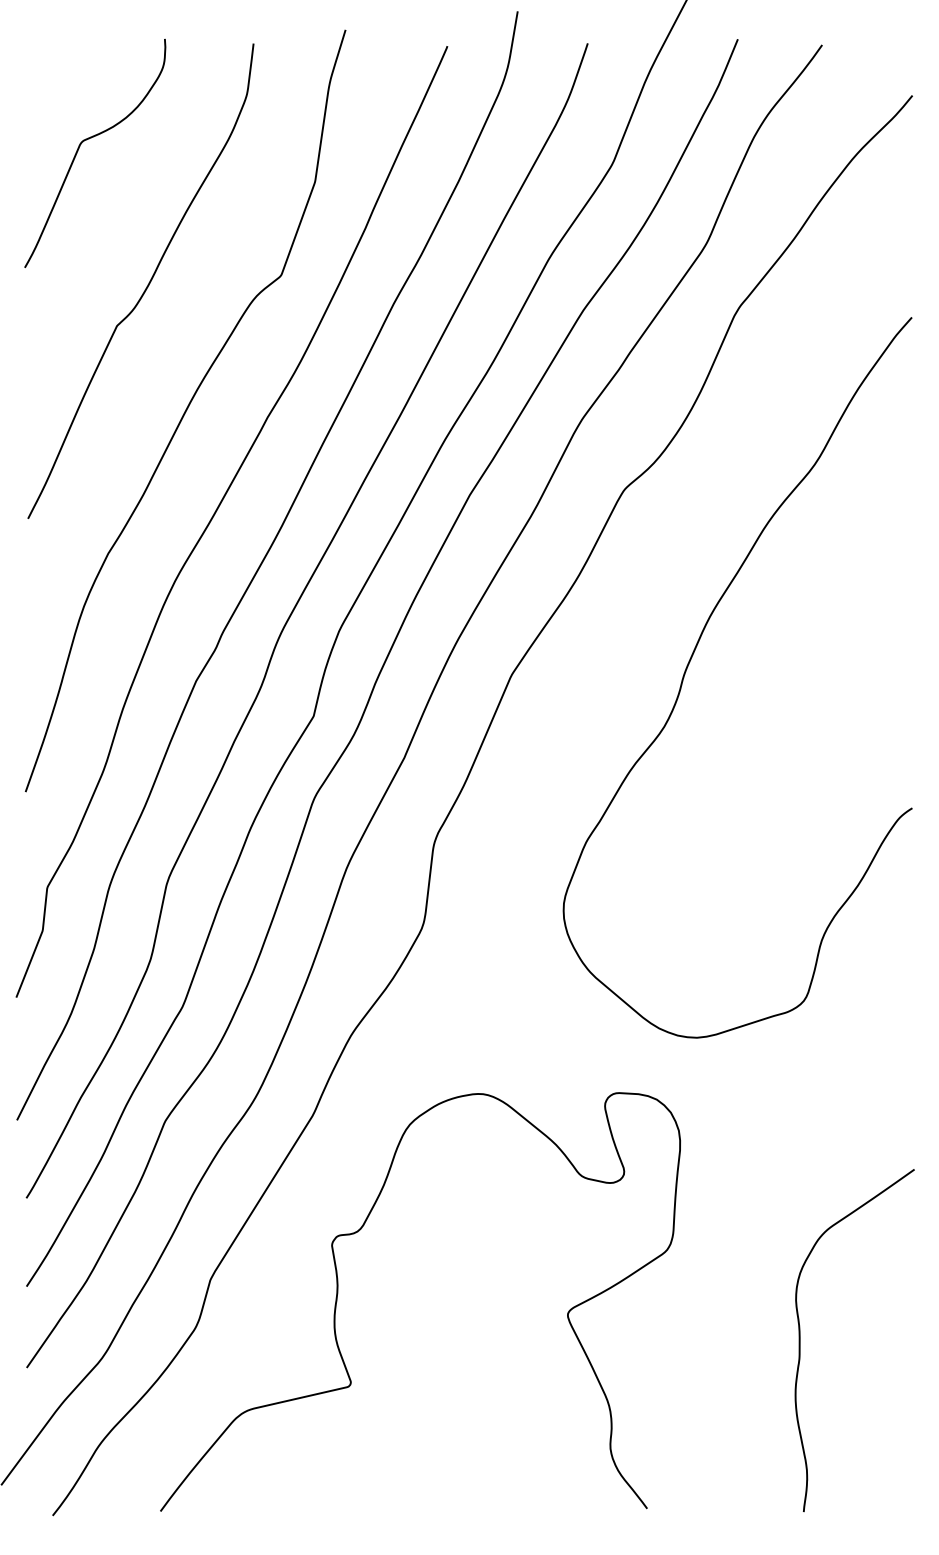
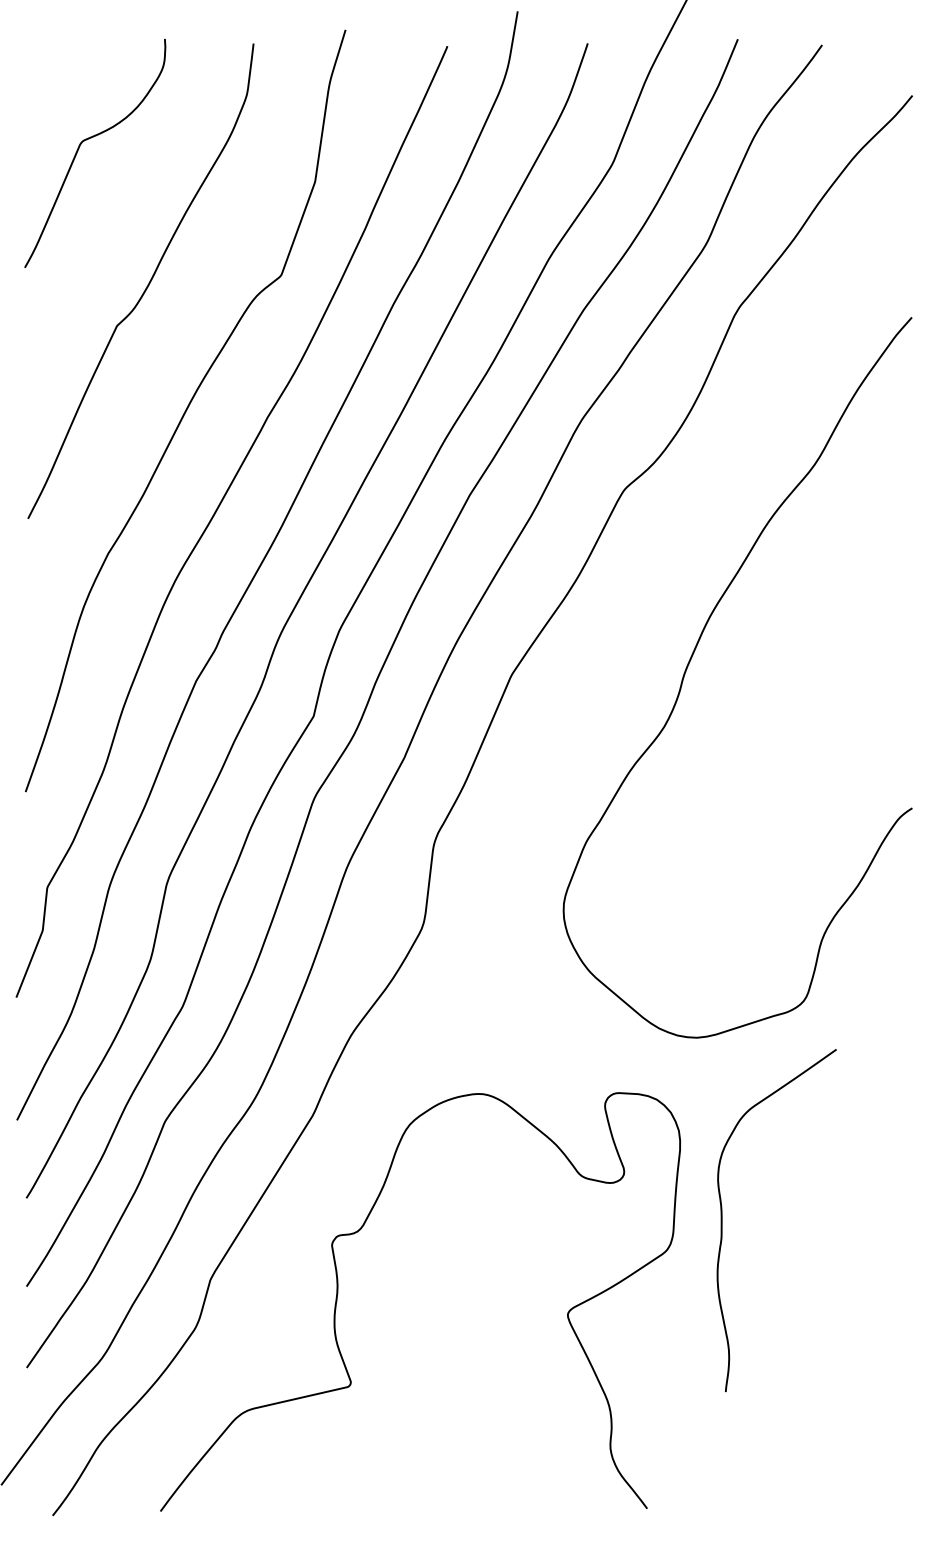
curve at (800, 1340) position: (800, 1340) -> (722, 1220)
